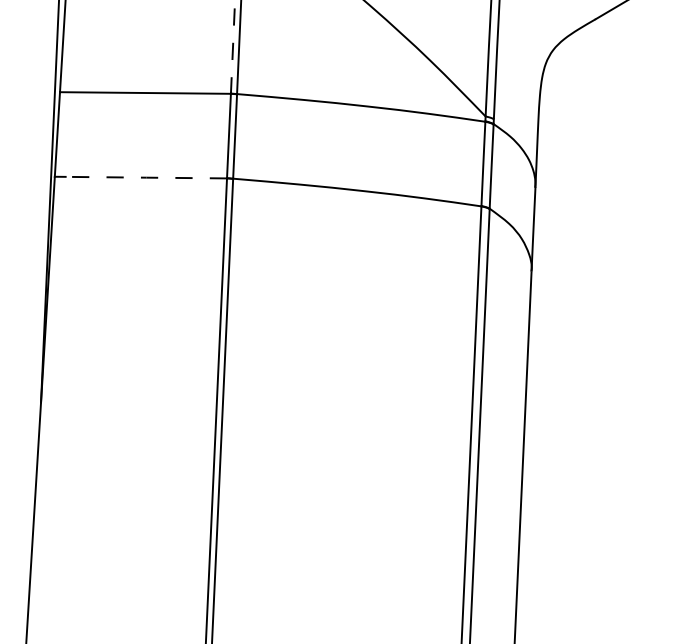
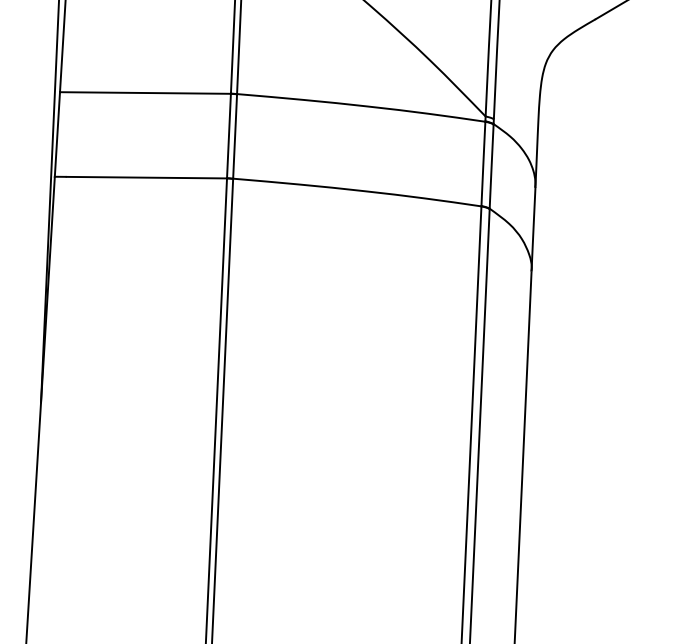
line at (233, 47): dashed -> solid
line at (146, 177): dashed -> solid
